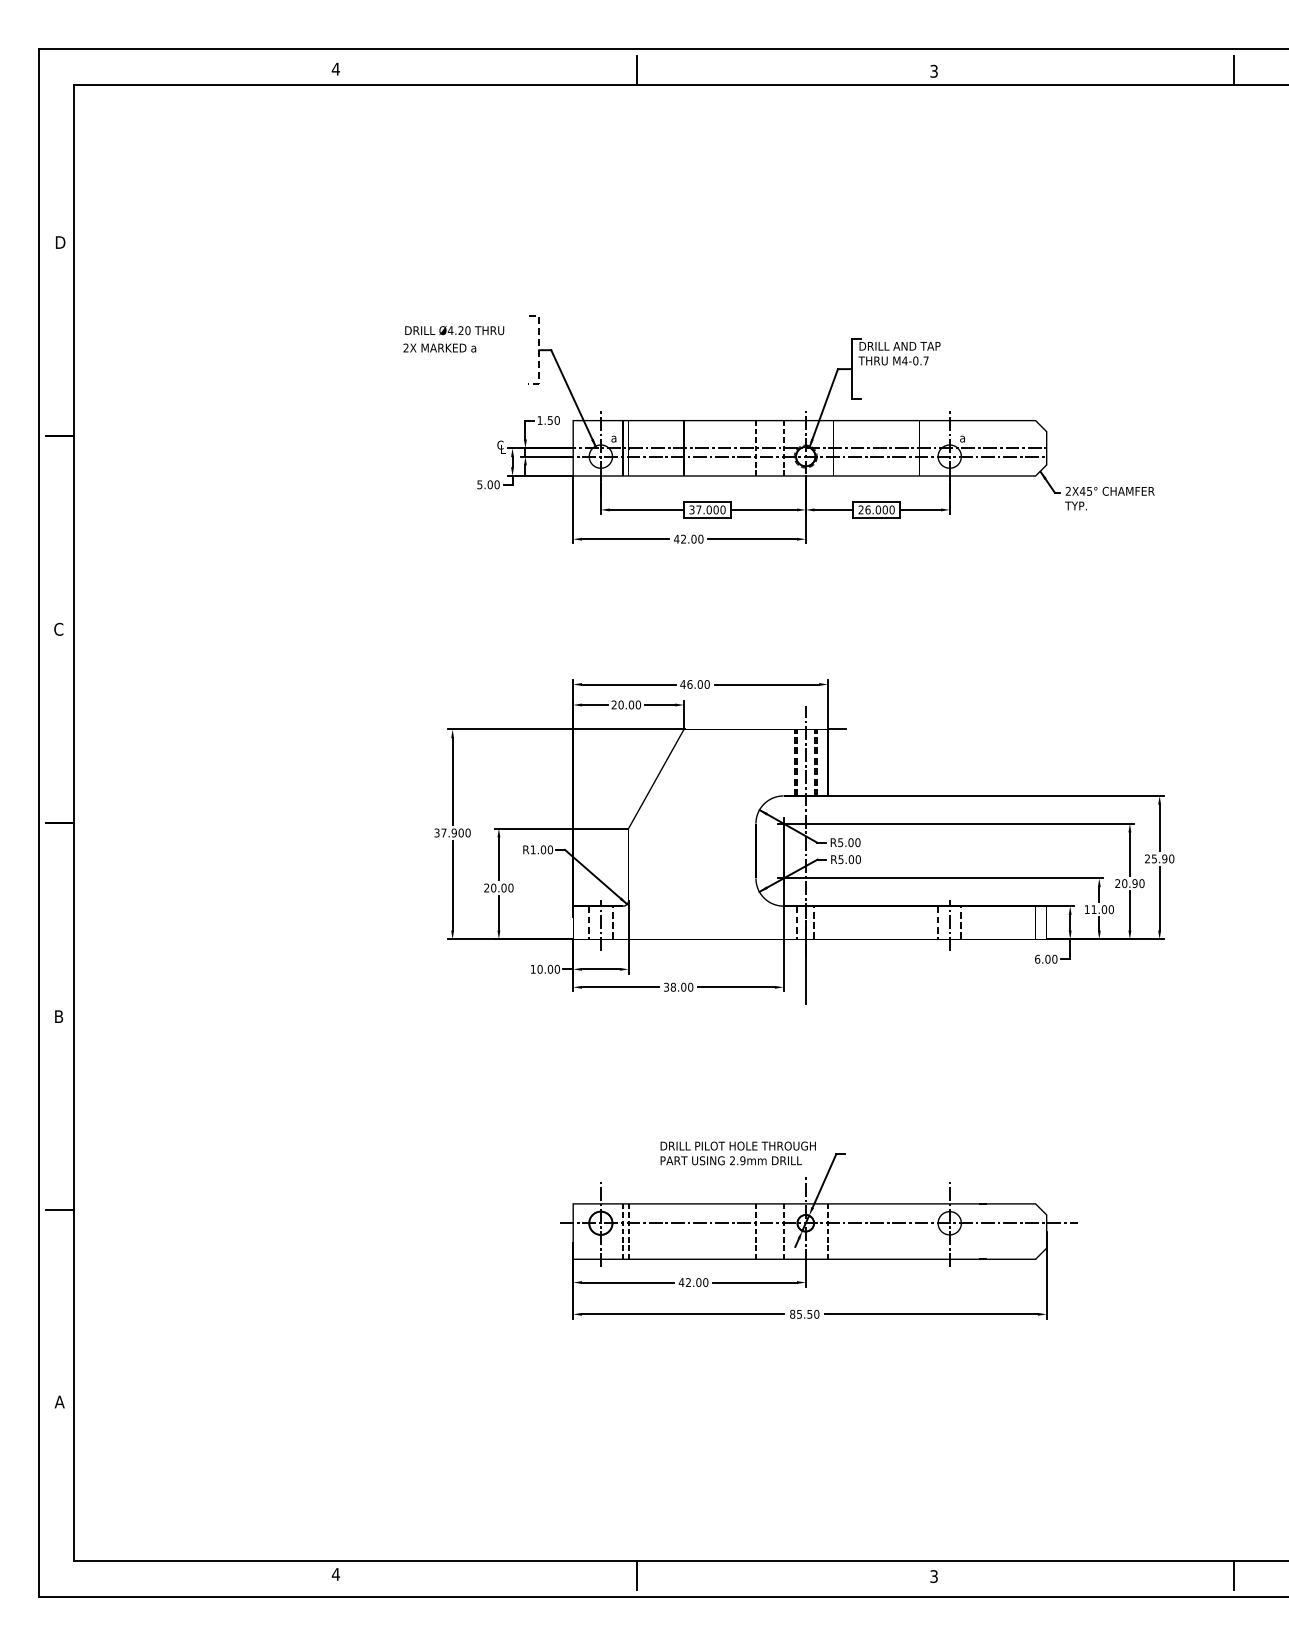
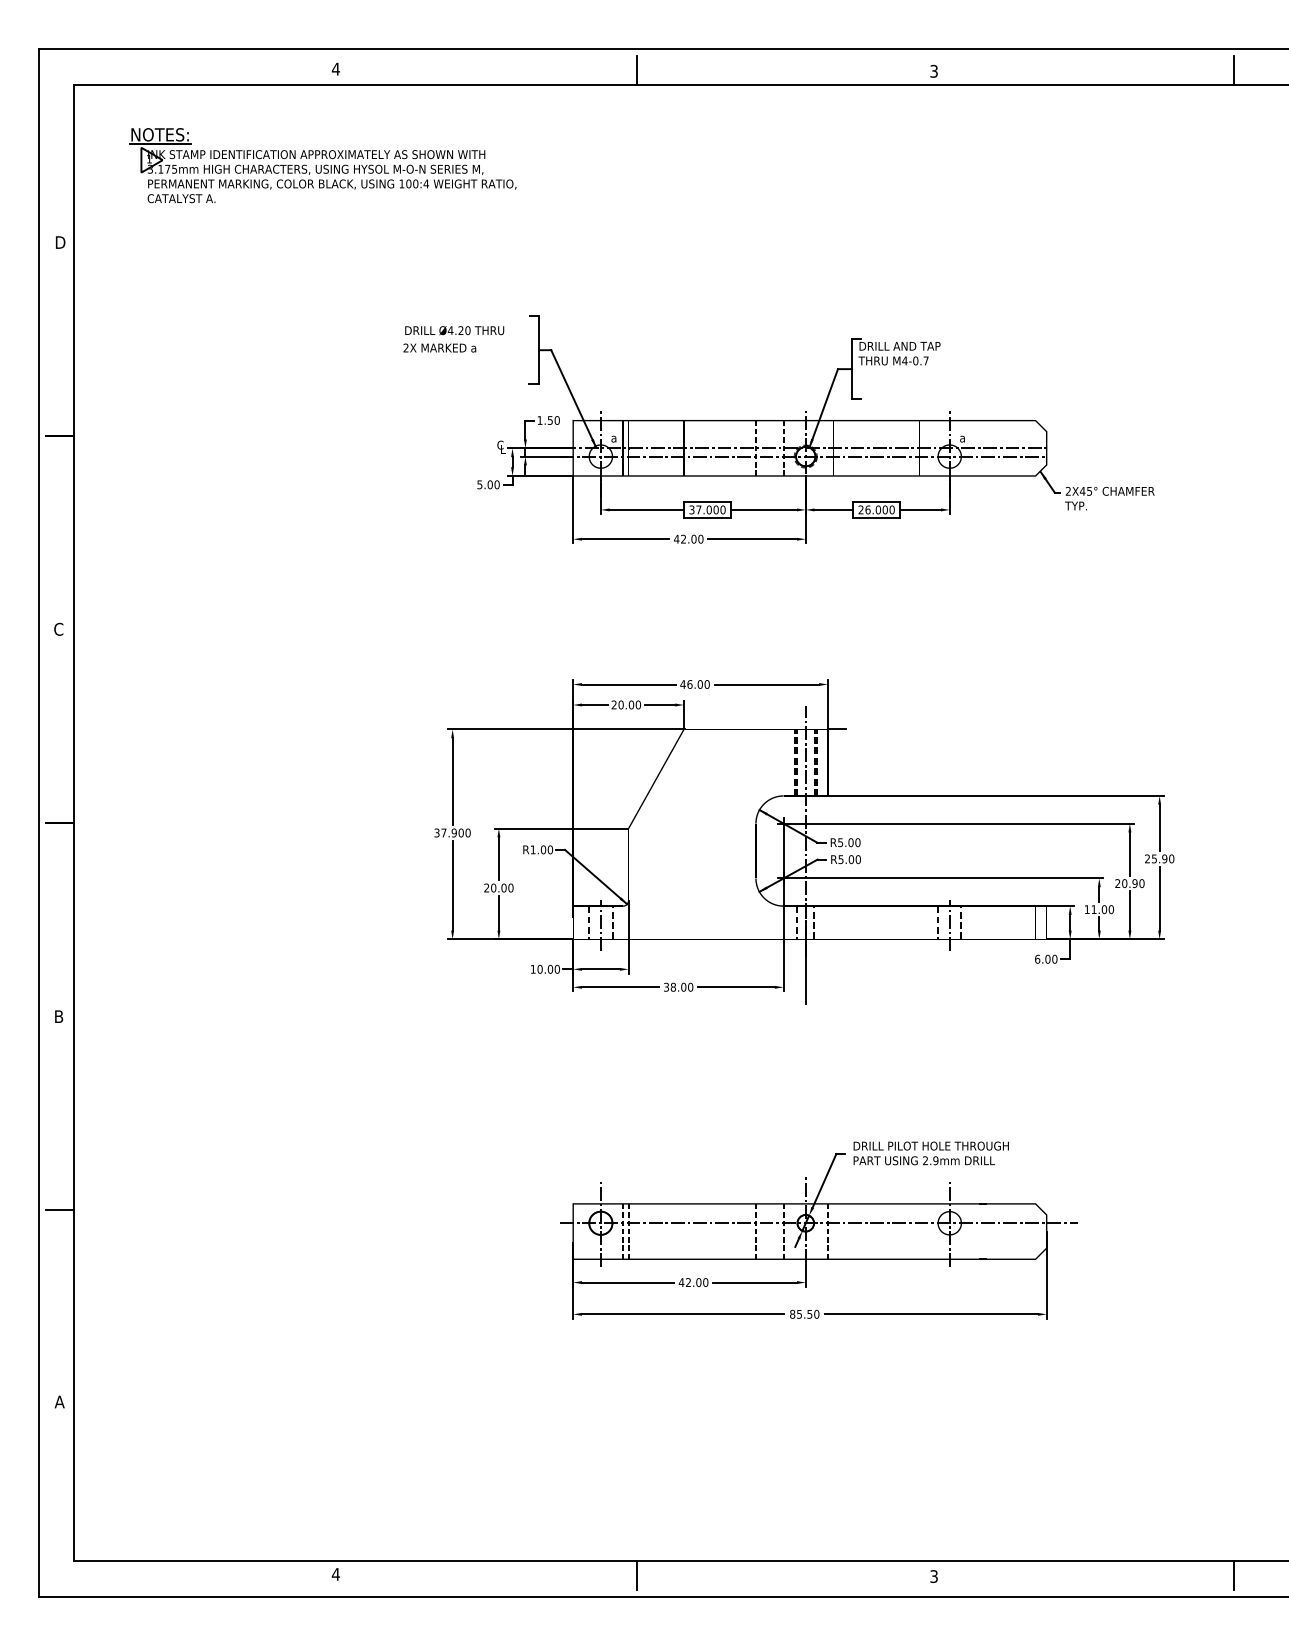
part at (322, 165): none -> present
line at (539, 351): dashed -> solid
text at (737, 1153) position: (737, 1153) -> (930, 1153)
